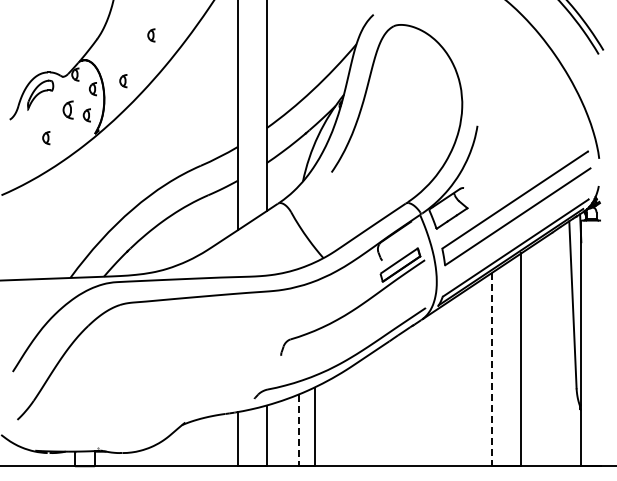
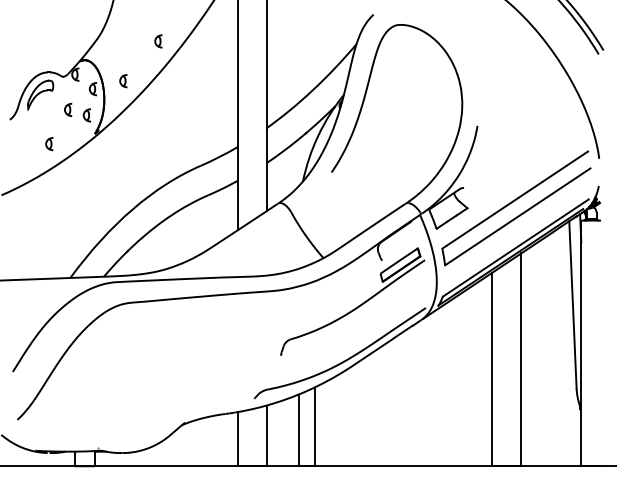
part at (151, 35) position: (151, 35) -> (158, 41)
part at (67, 109) size: 12x20 px -> 9x15 px
part at (46, 138) position: (46, 138) -> (49, 144)
line at (492, 369): dashed -> solid
line at (298, 430): dashed -> solid
